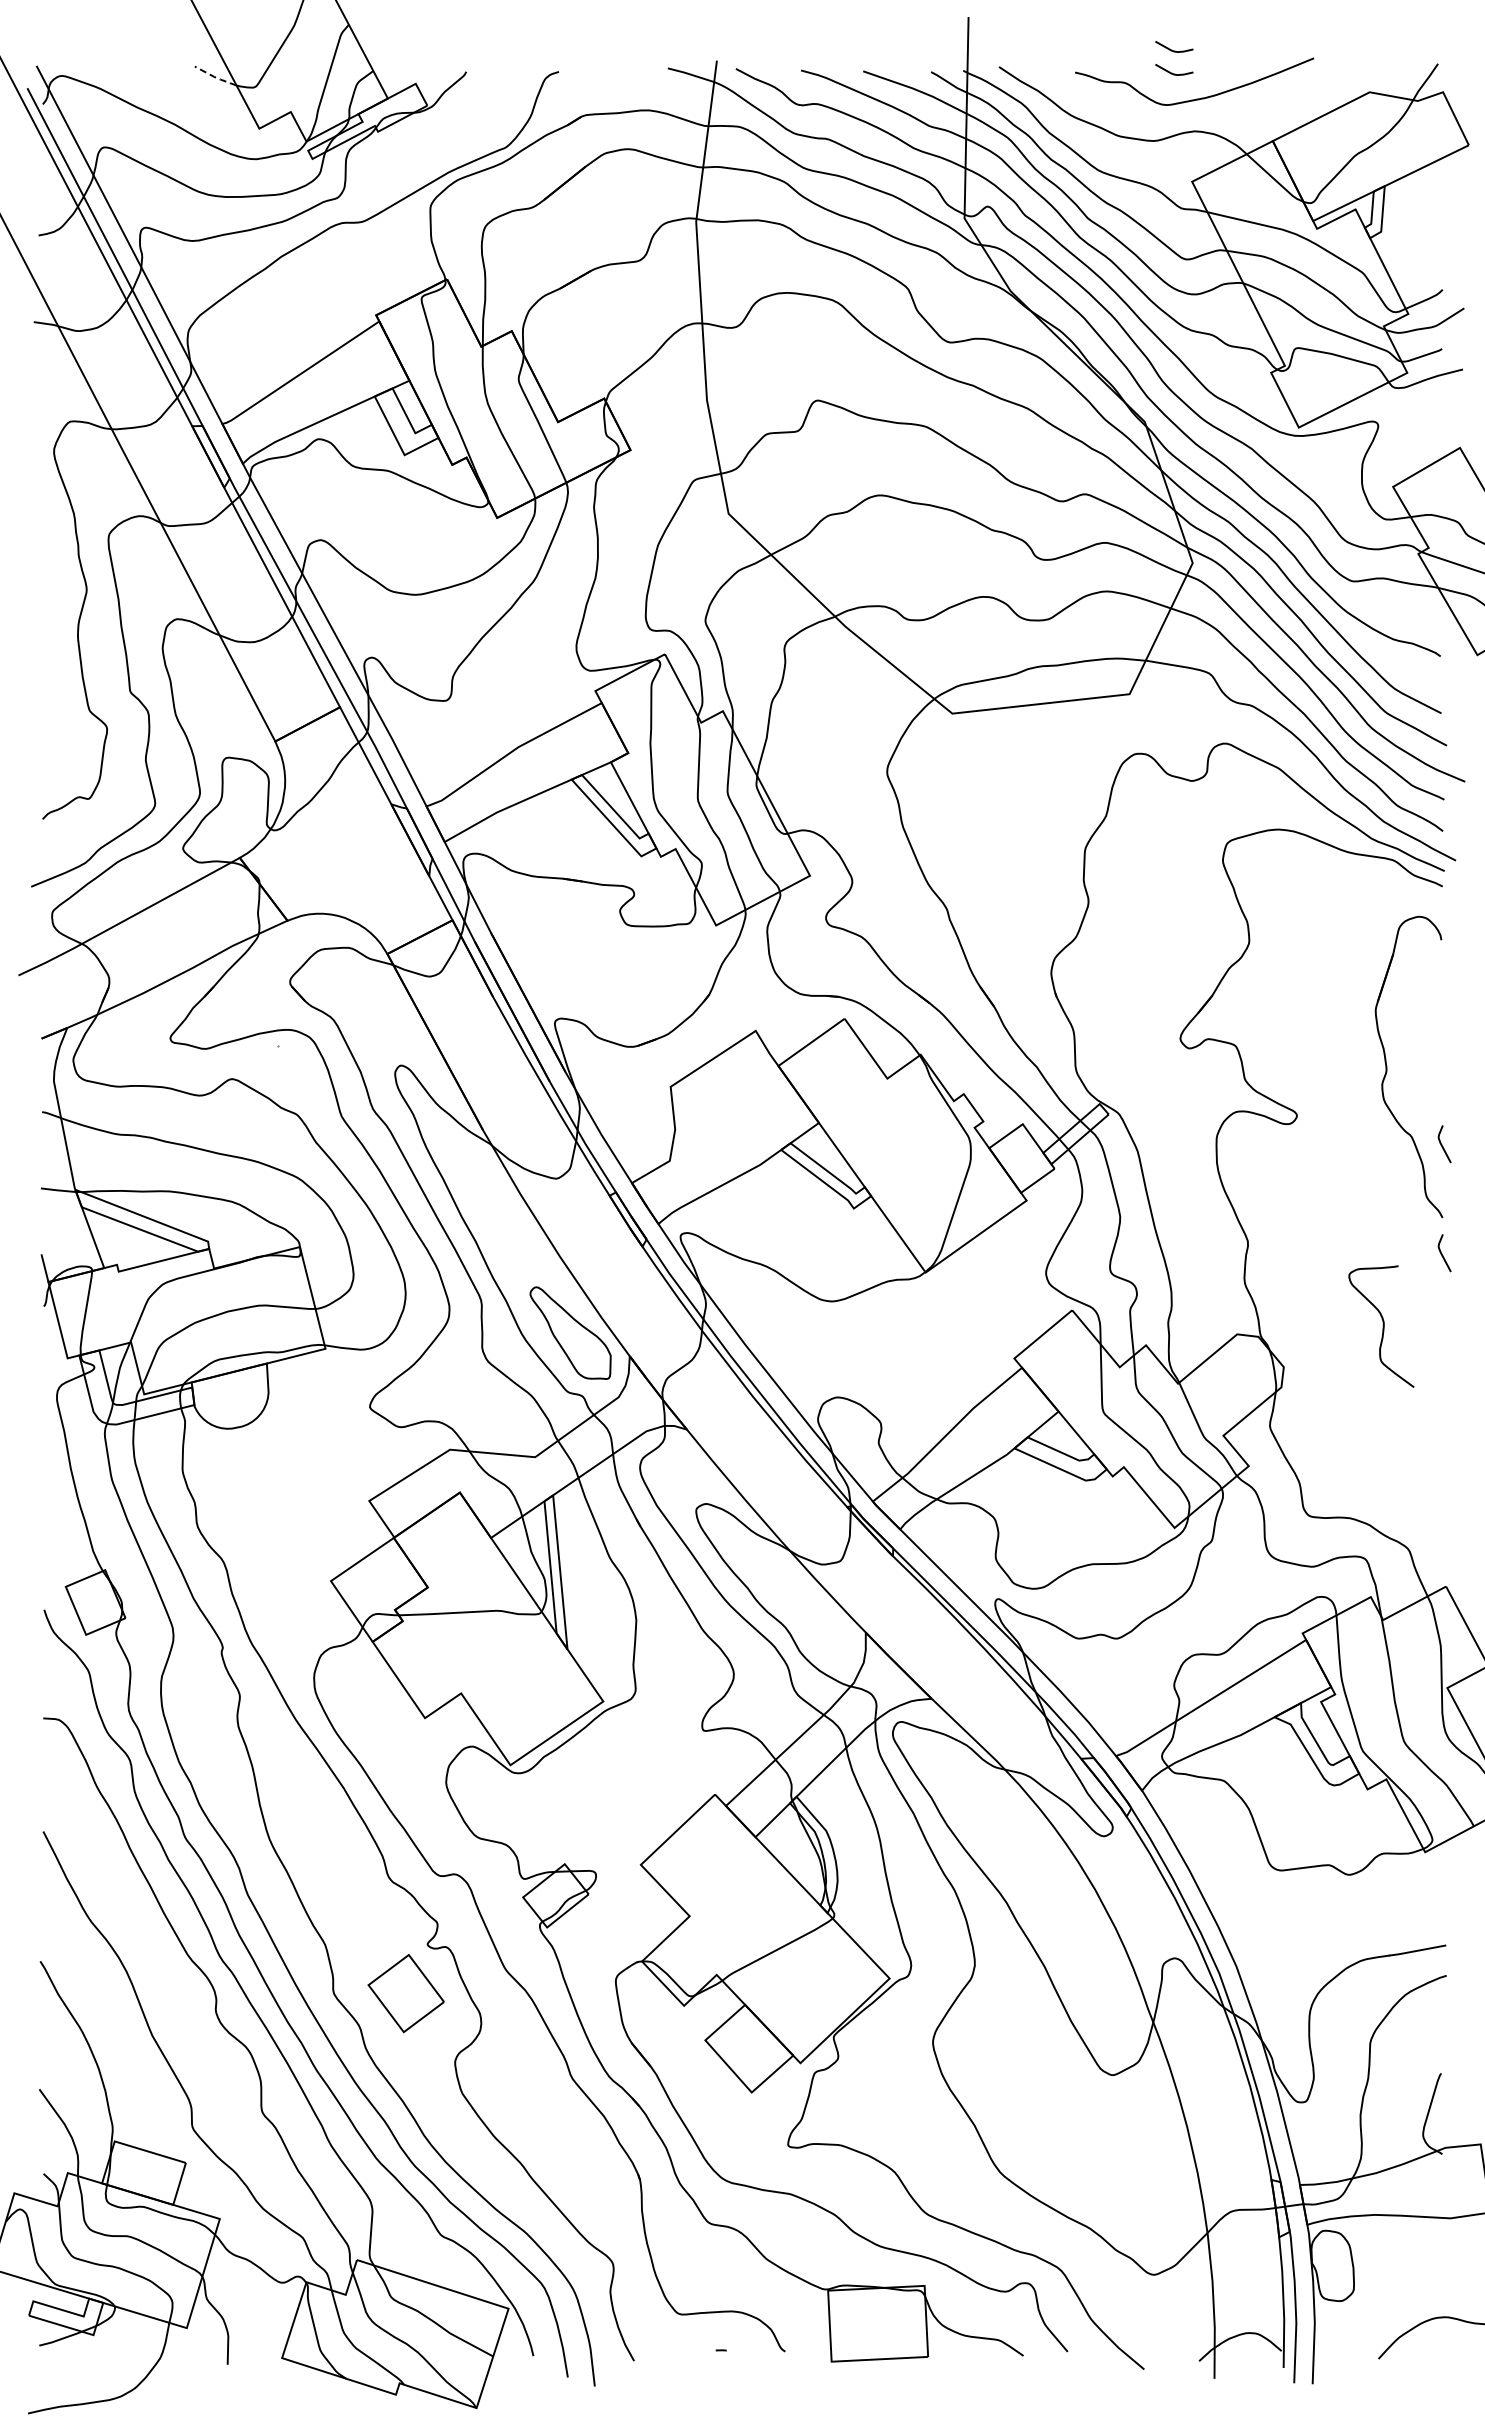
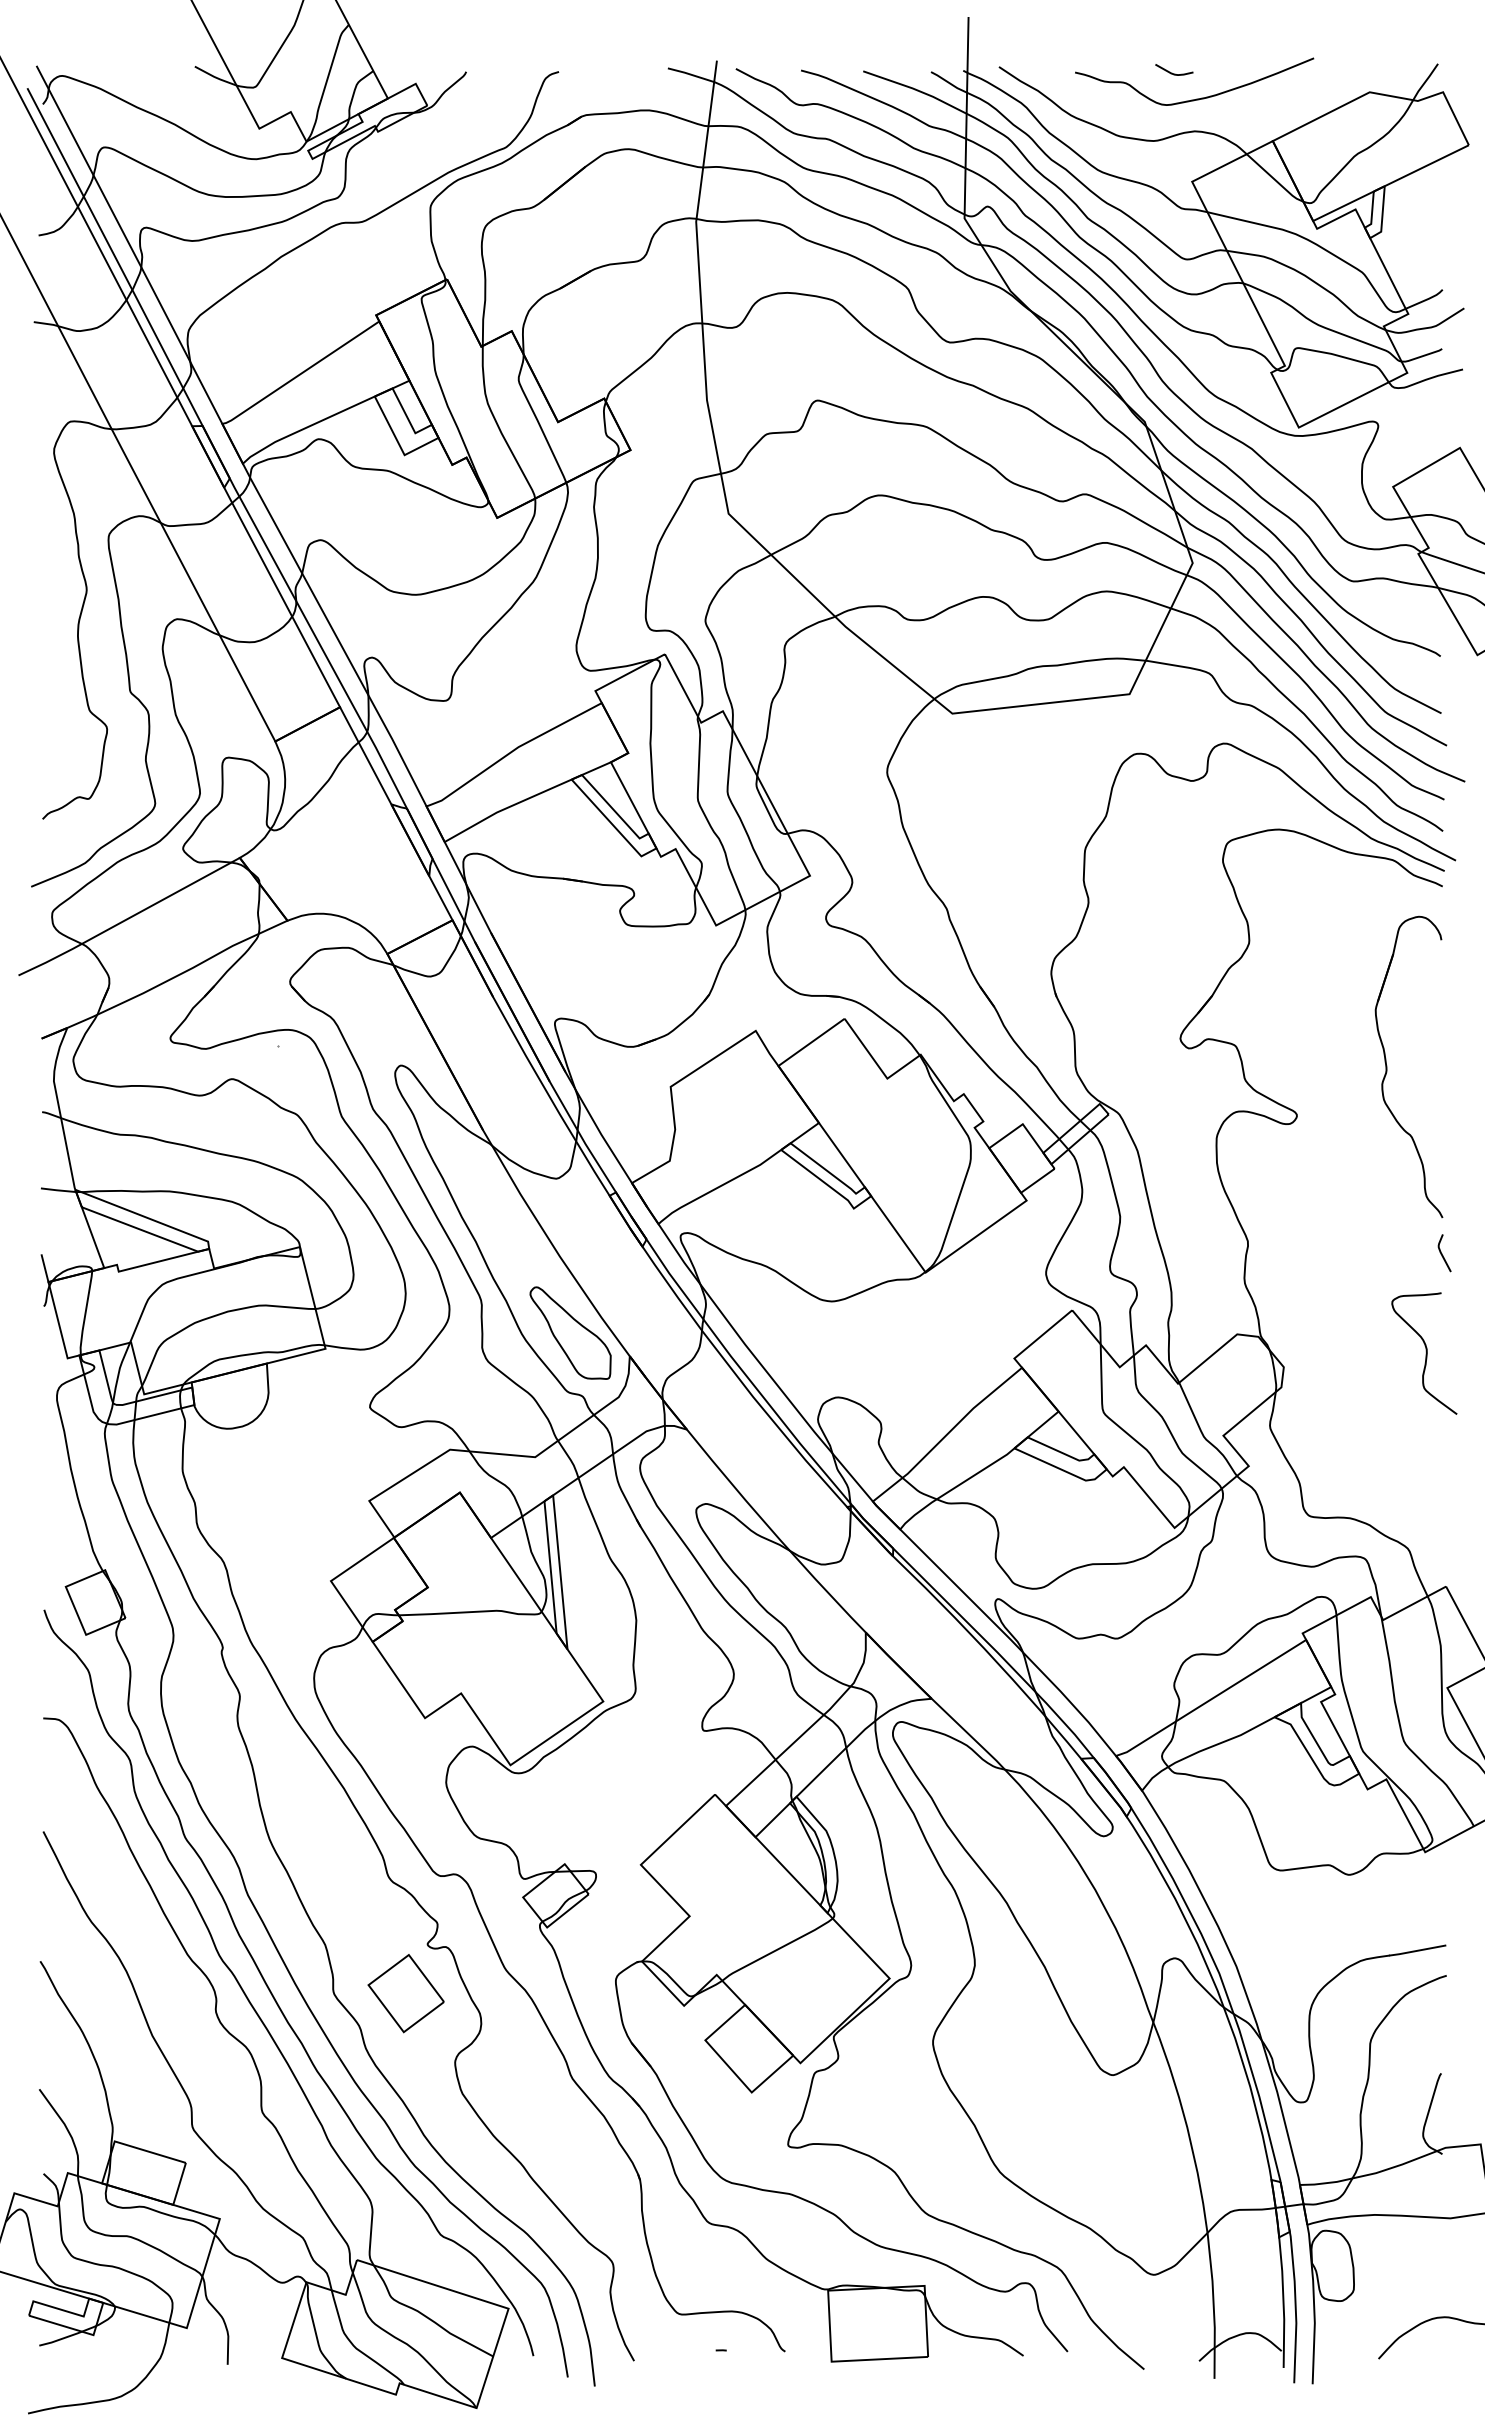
curve at (1172, 49): present -> none
line at (215, 77): dashed -> solid
curve at (1442, 1144): present -> none
curve at (1382, 1326) position: (1382, 1326) -> (1425, 1353)
